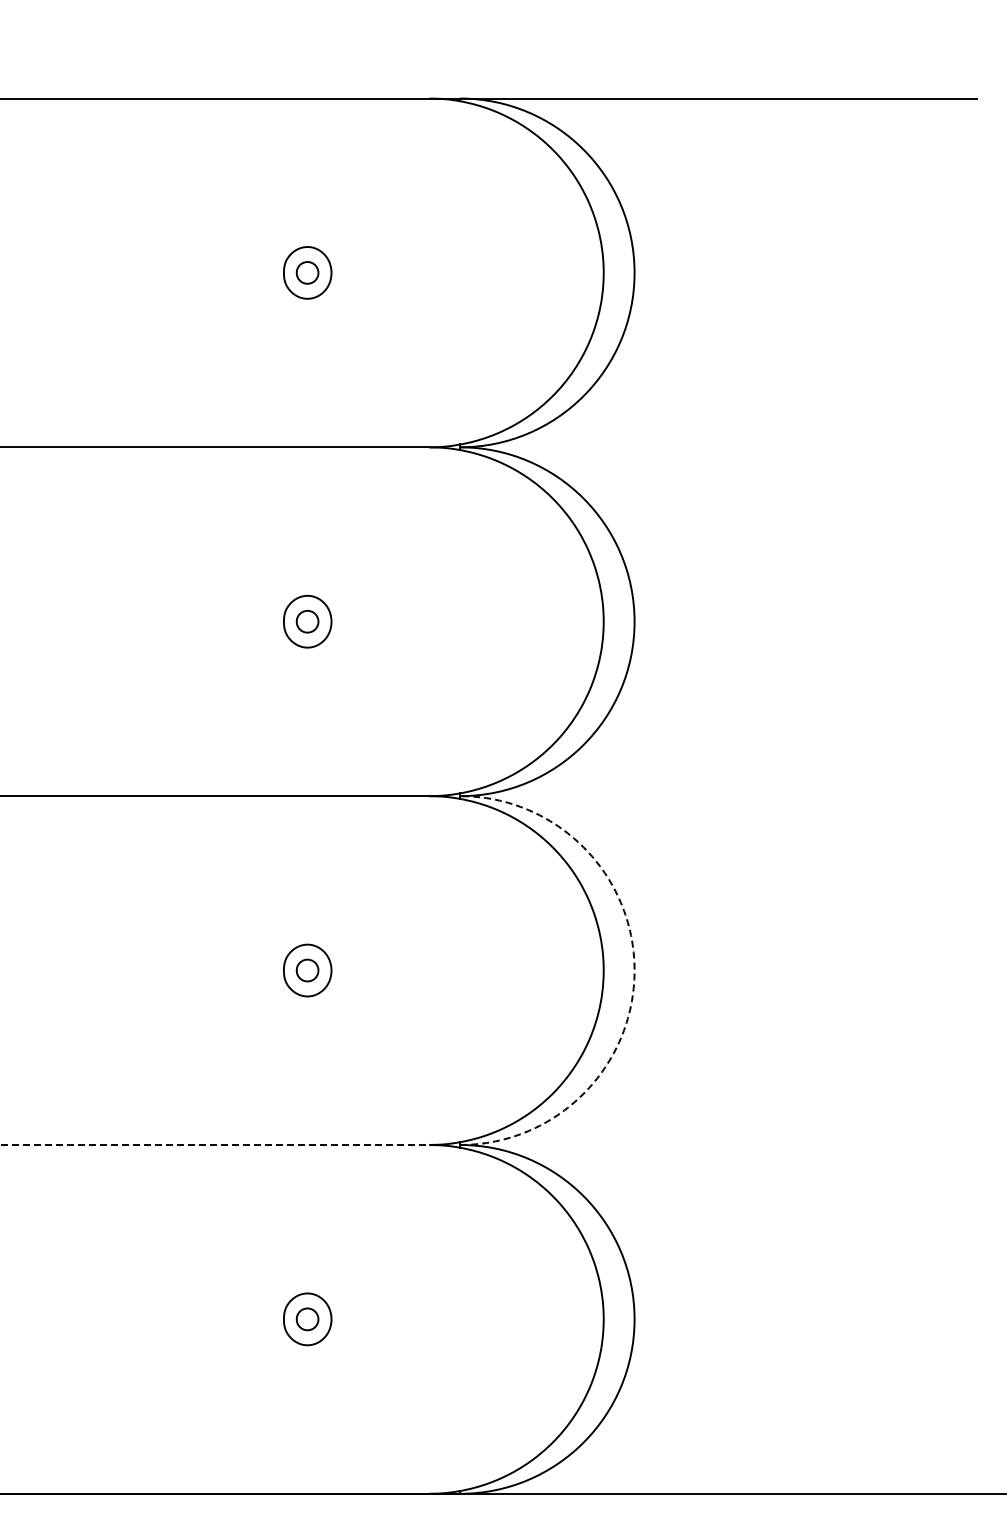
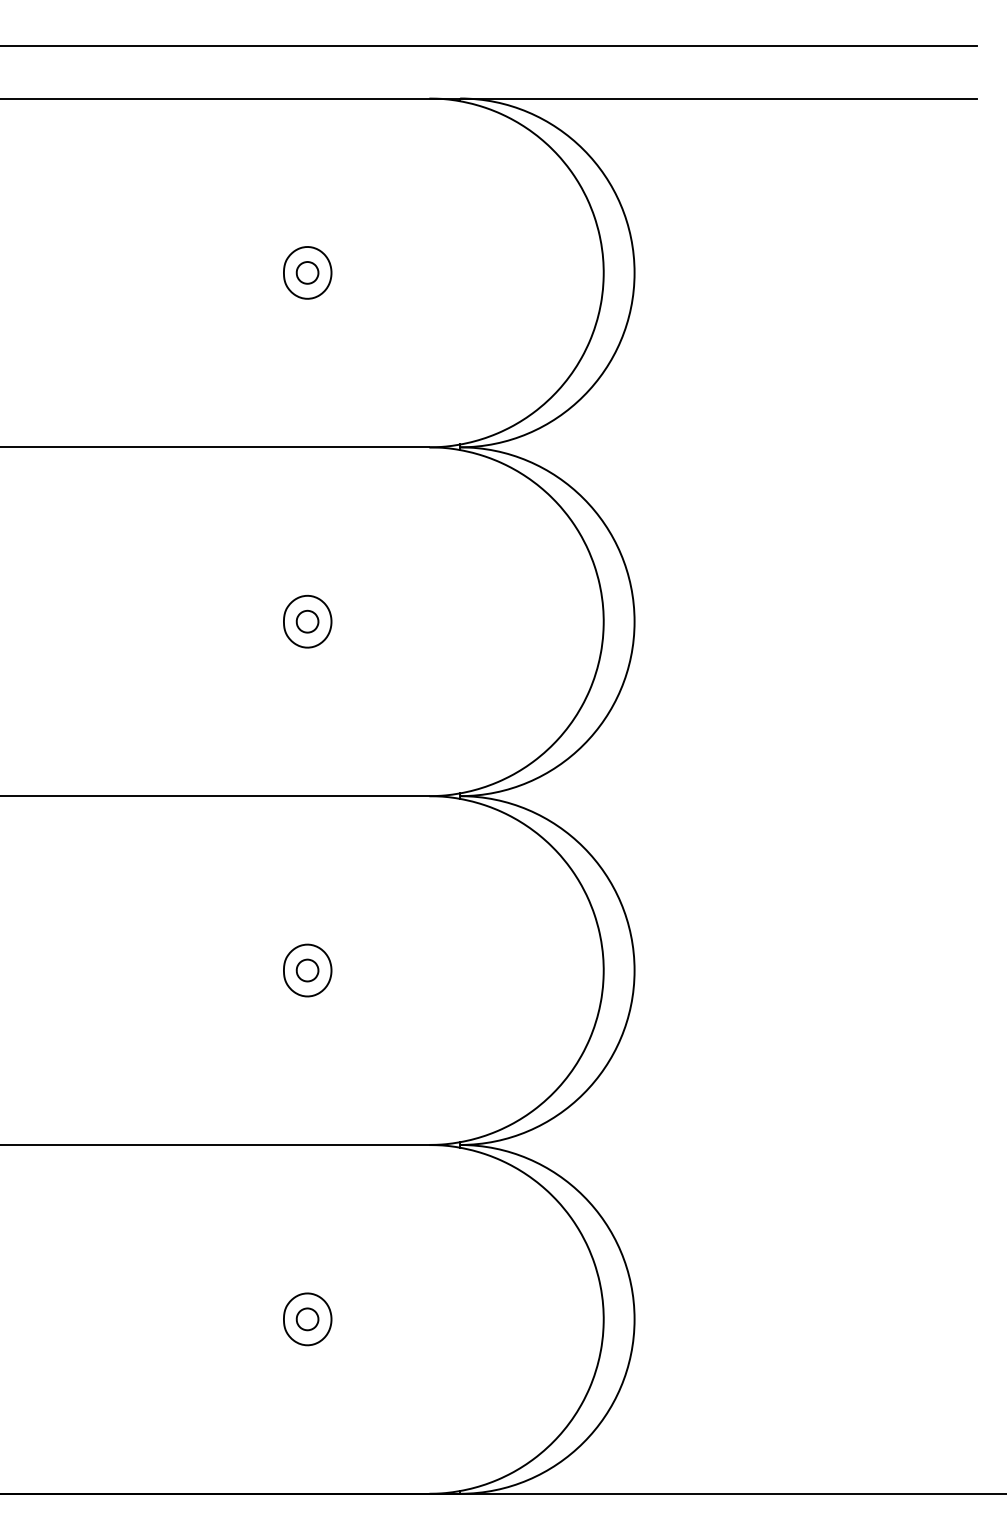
line at (489, 46): none -> present
arc at (634, 970): dashed -> solid
line at (215, 1144): dashed -> solid
